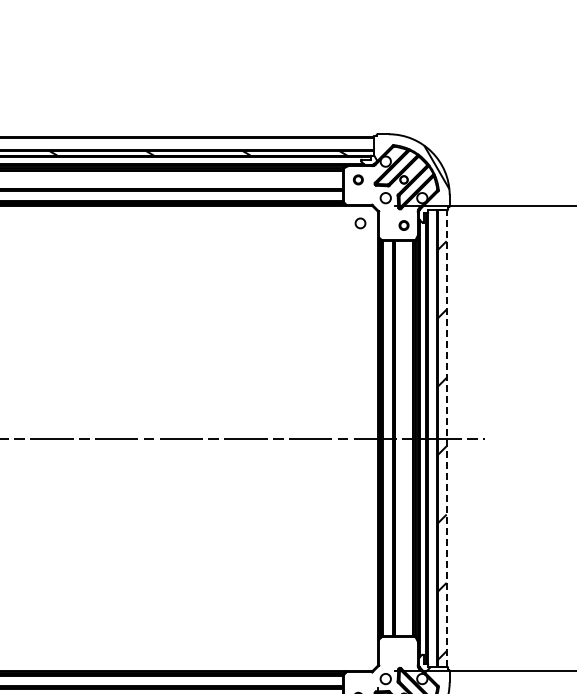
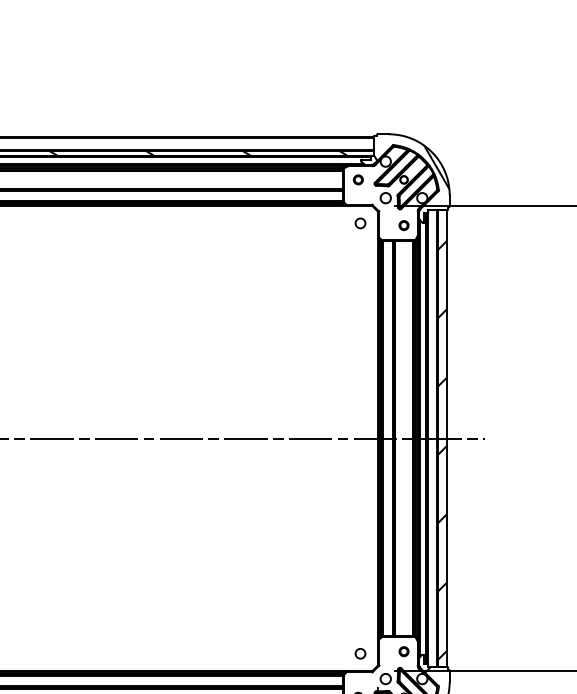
line at (446, 438): dashed -> solid
part at (403, 651): none -> present
circle at (360, 653): none -> present
